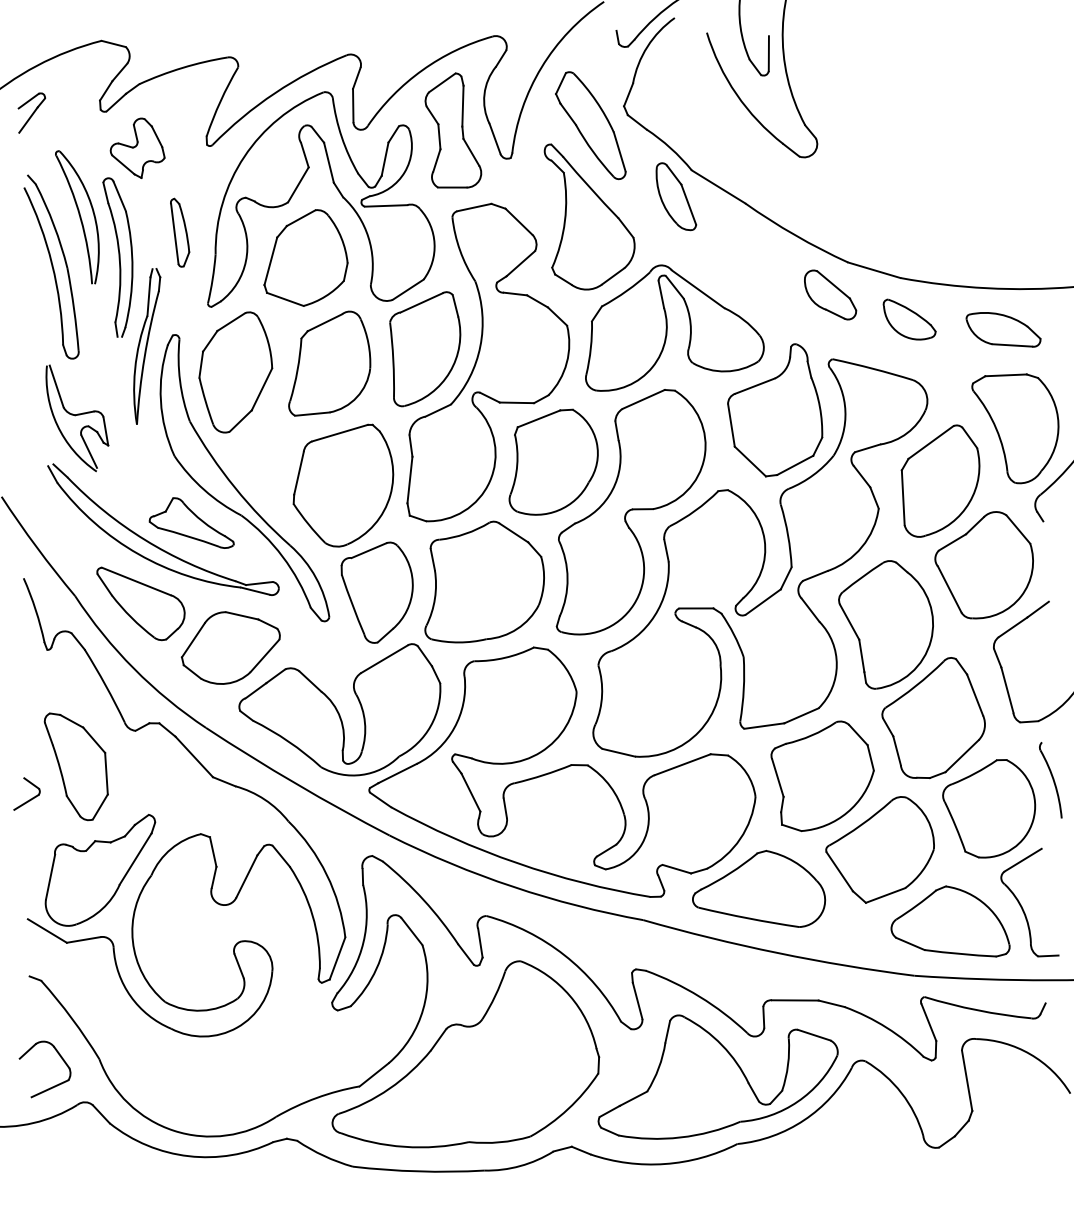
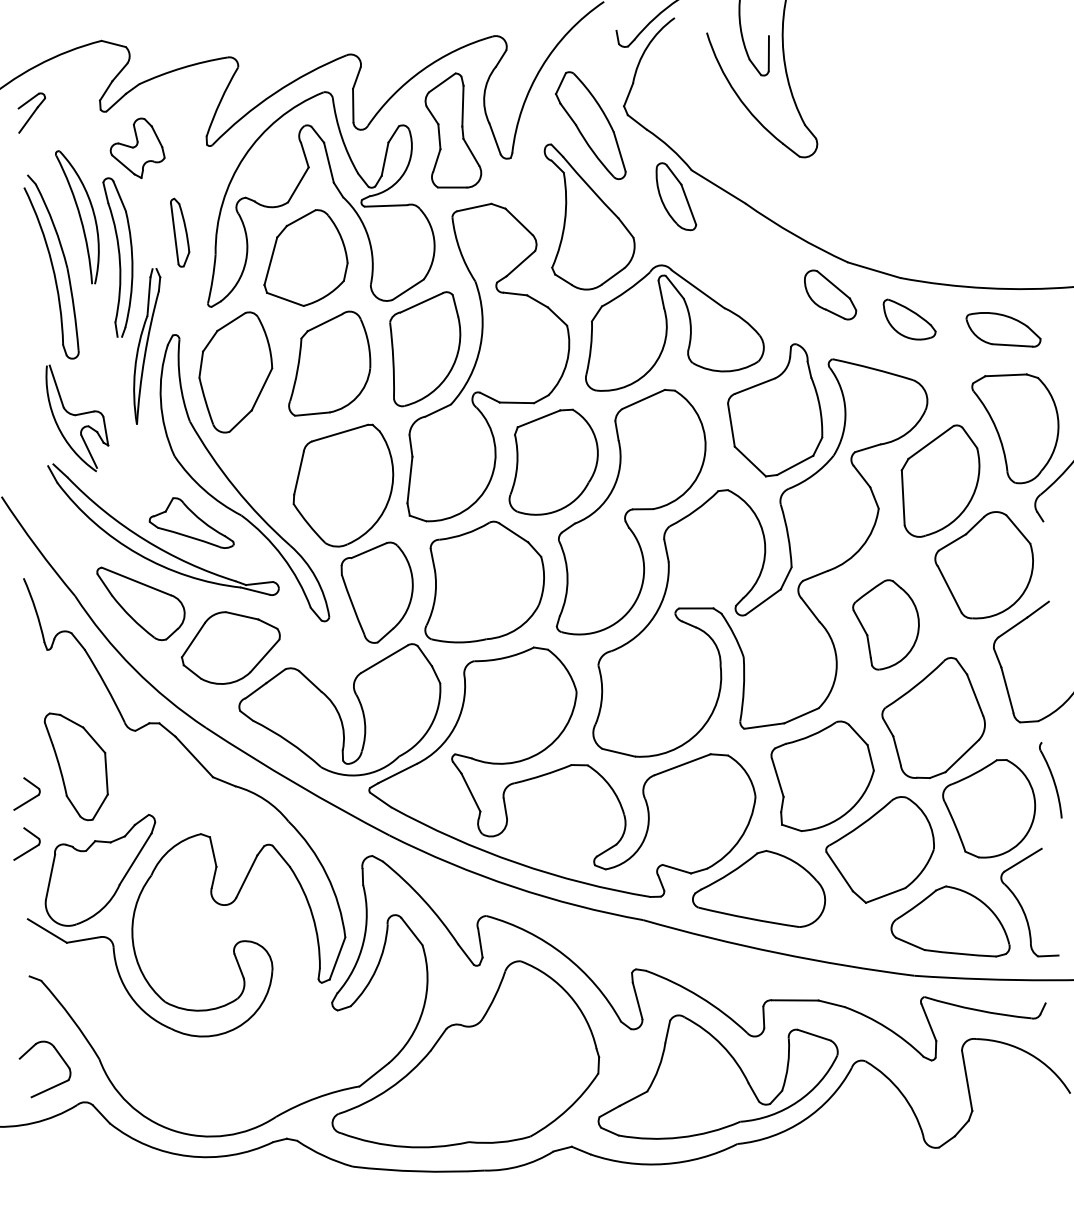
part at (885, 624) size: 96x130 px -> 68x92 px
part at (30, 848): none -> present
